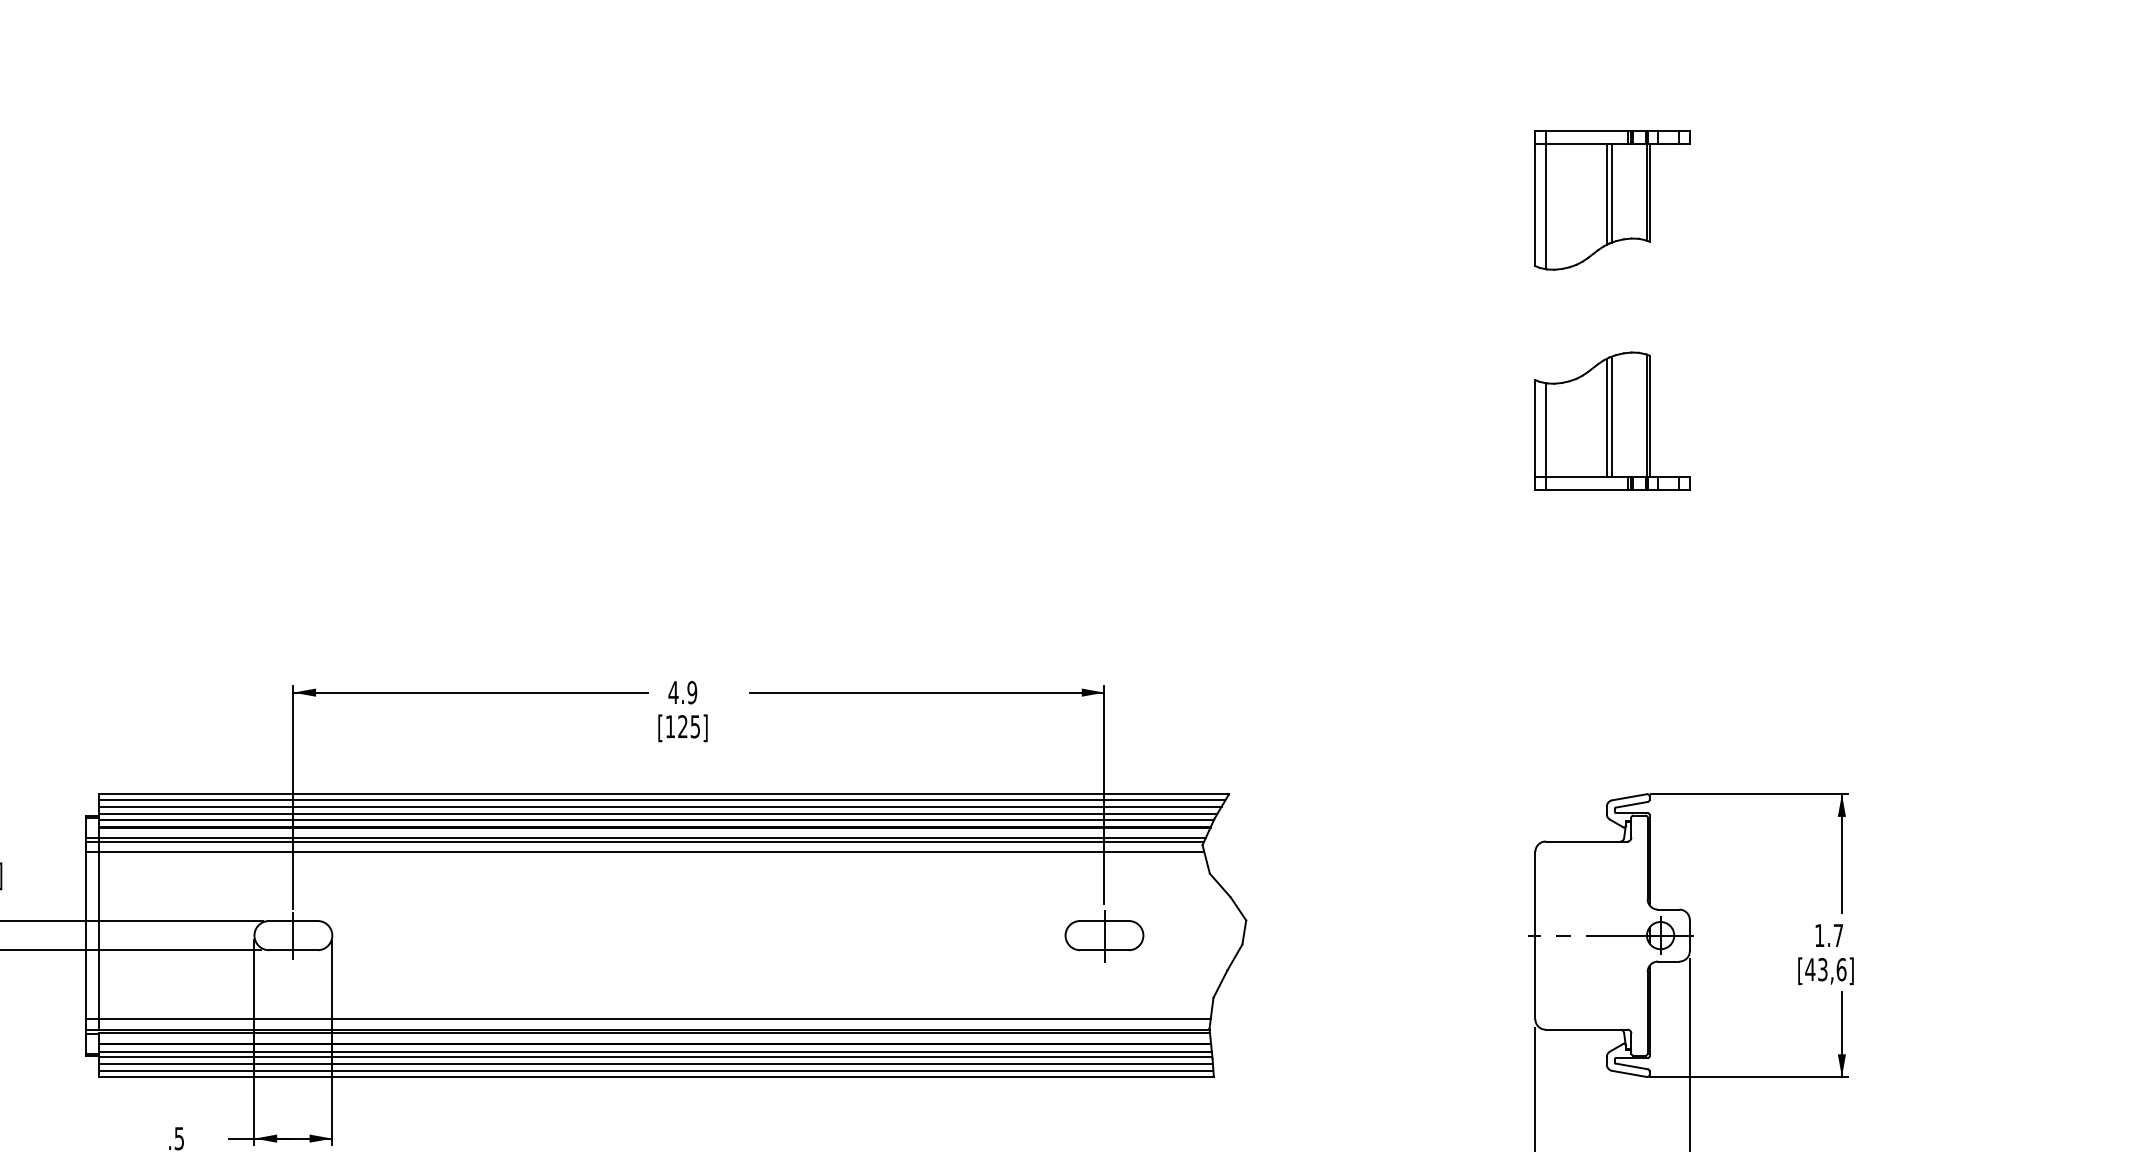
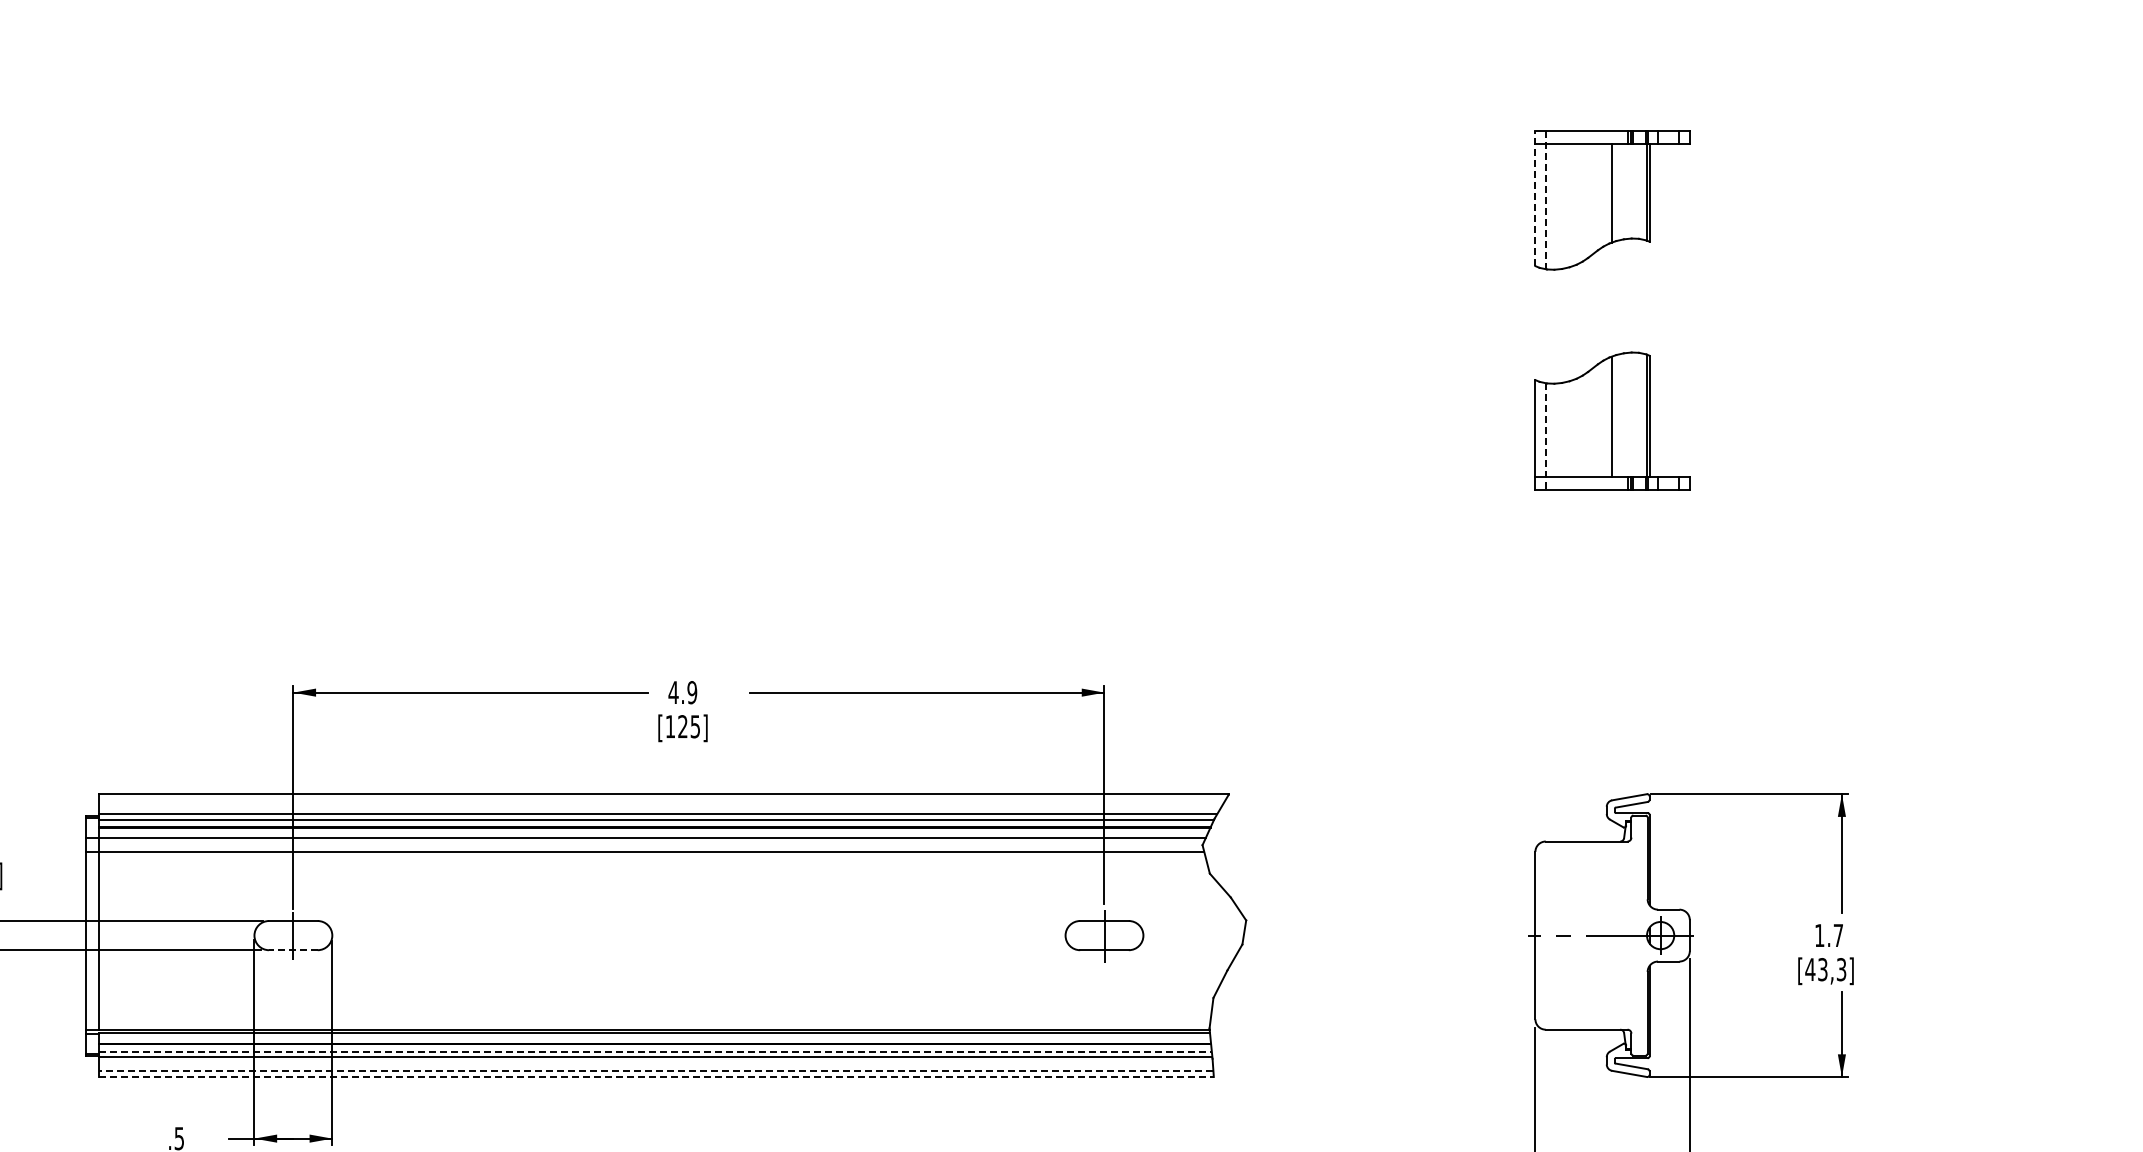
line at (1606, 194): present -> none
line at (1535, 198): solid -> dashed
line at (1545, 200): solid -> dashed
line at (1606, 417): present -> none
line at (1545, 436): solid -> dashed
line at (661, 800): present -> none
line at (659, 806): present -> none
line at (644, 841): present -> none
line at (292, 950): solid -> dashed
text at (1841, 969): [43,6] -> [43,3]
line at (647, 1019): present -> none
line at (655, 1051): solid -> dashed
line at (655, 1064): present -> none
line at (655, 1070): solid -> dashed
line at (656, 1076): solid -> dashed
